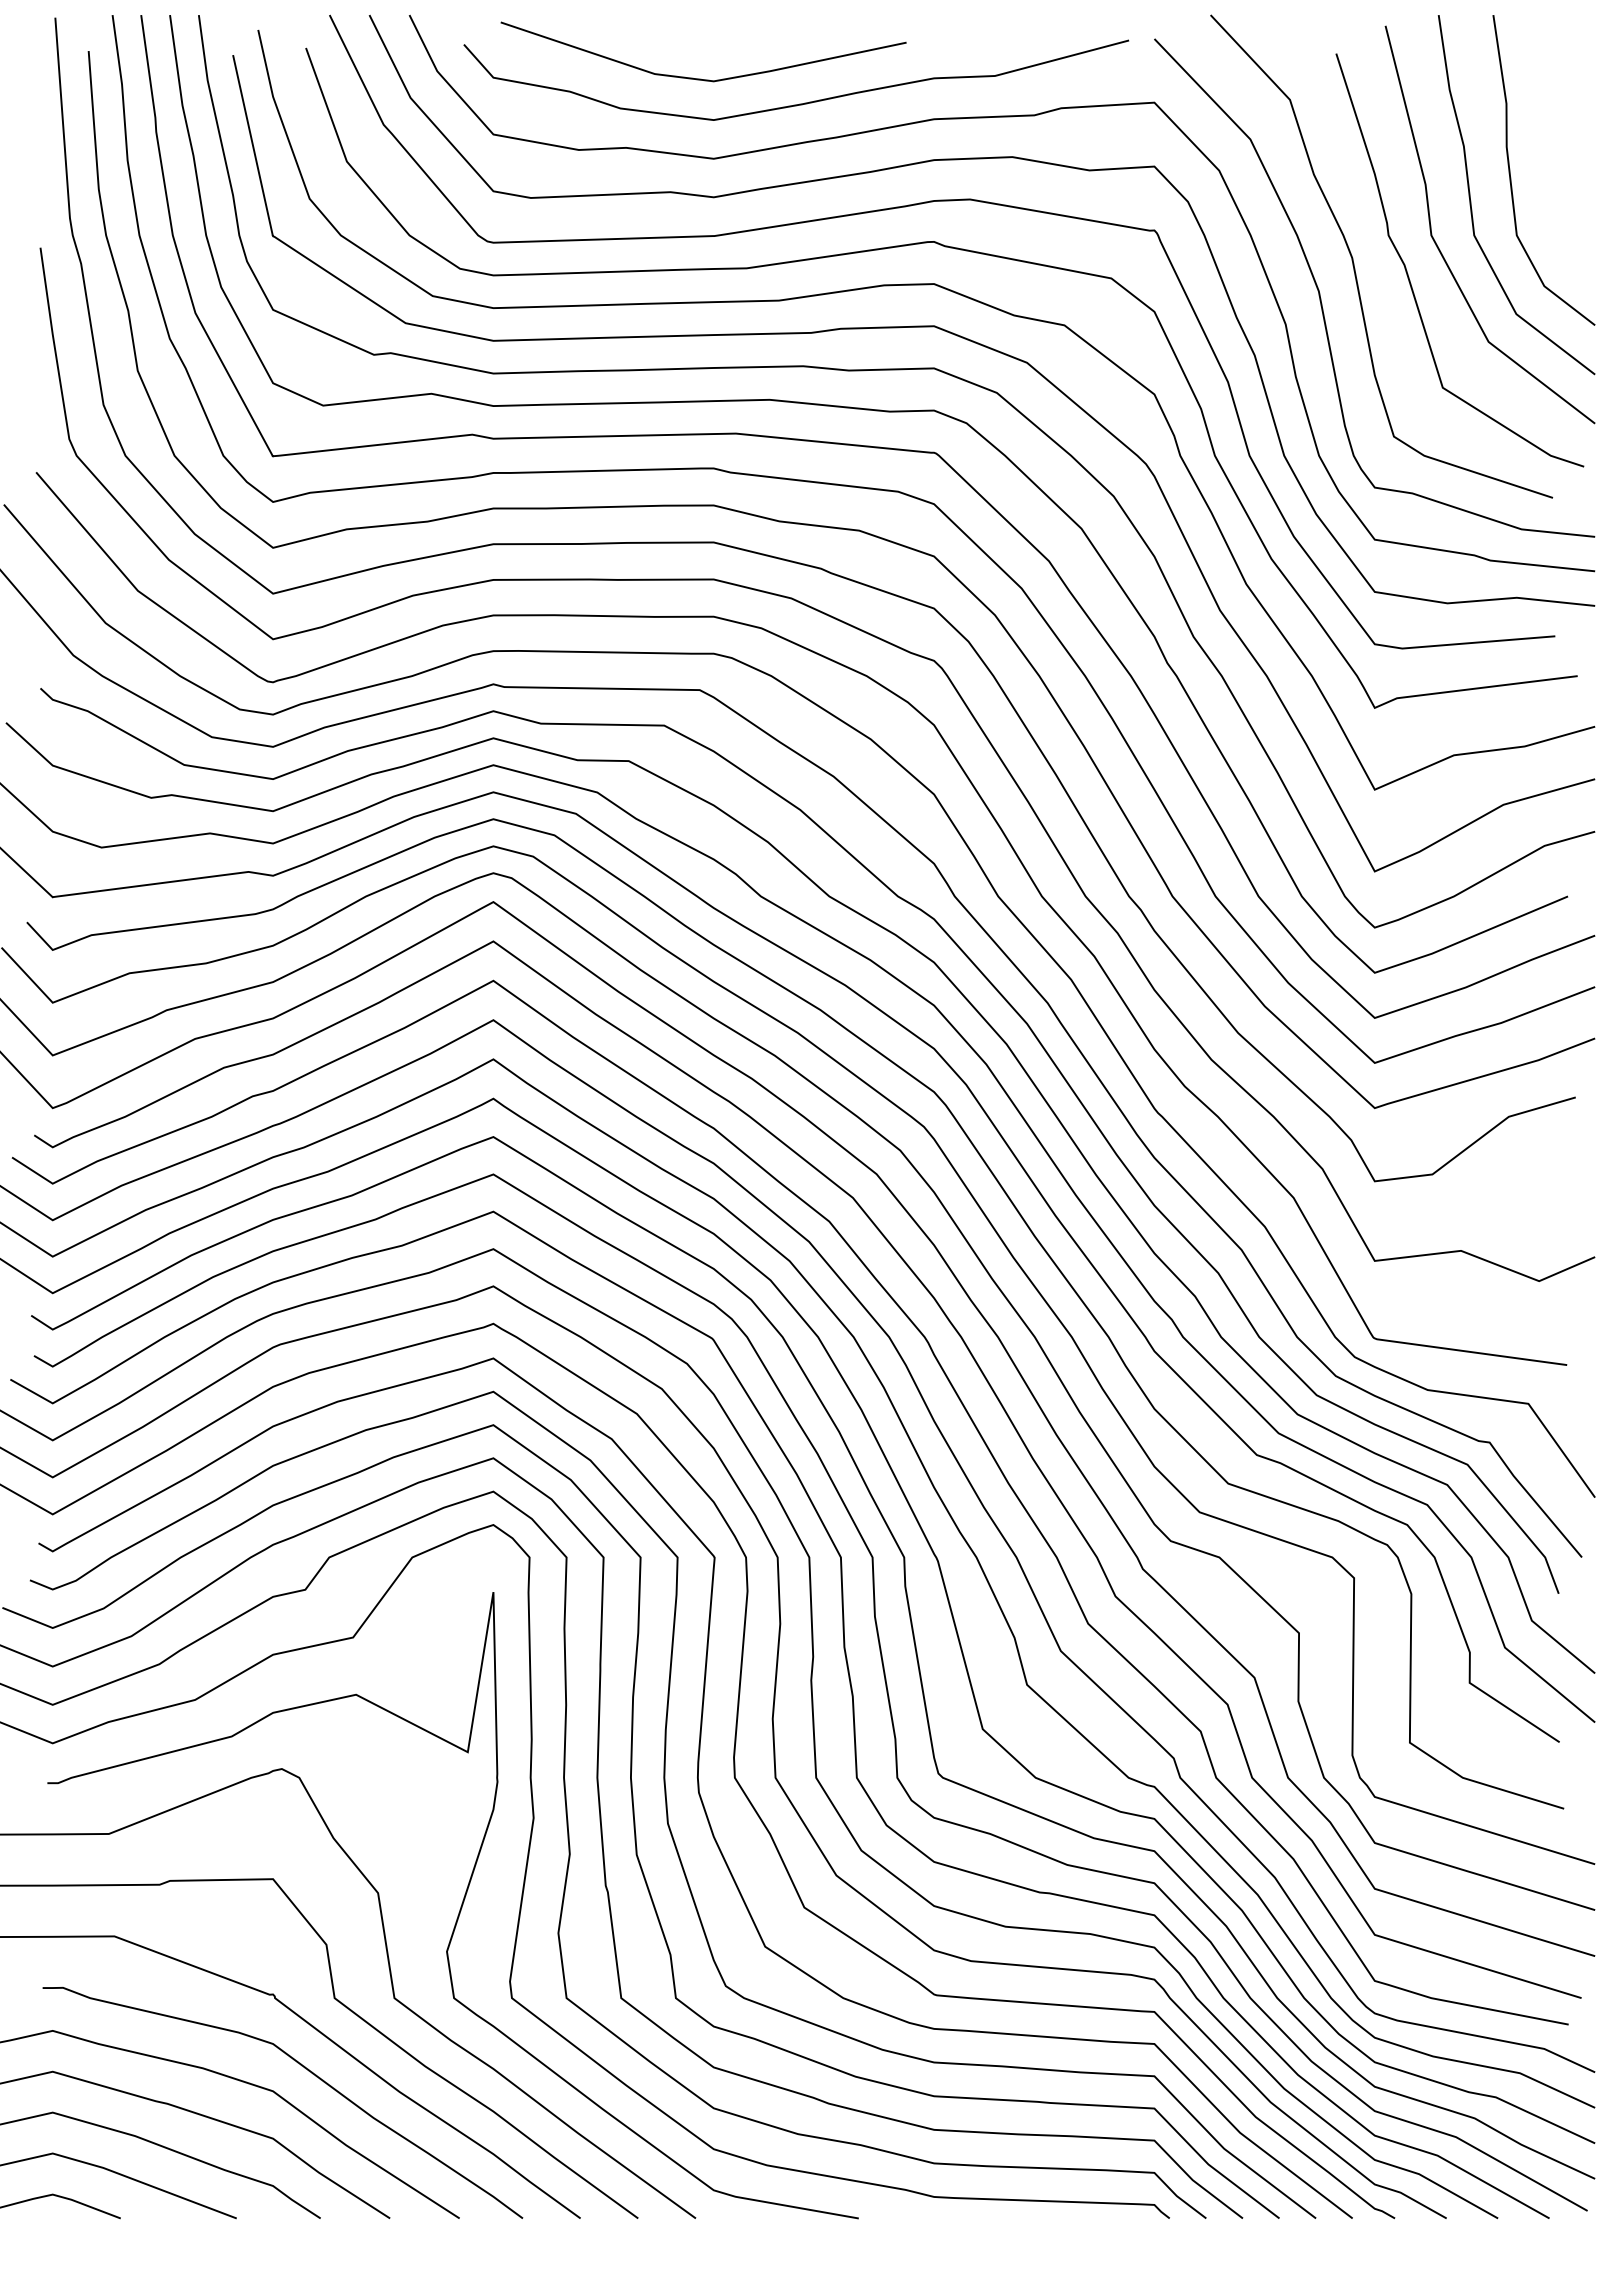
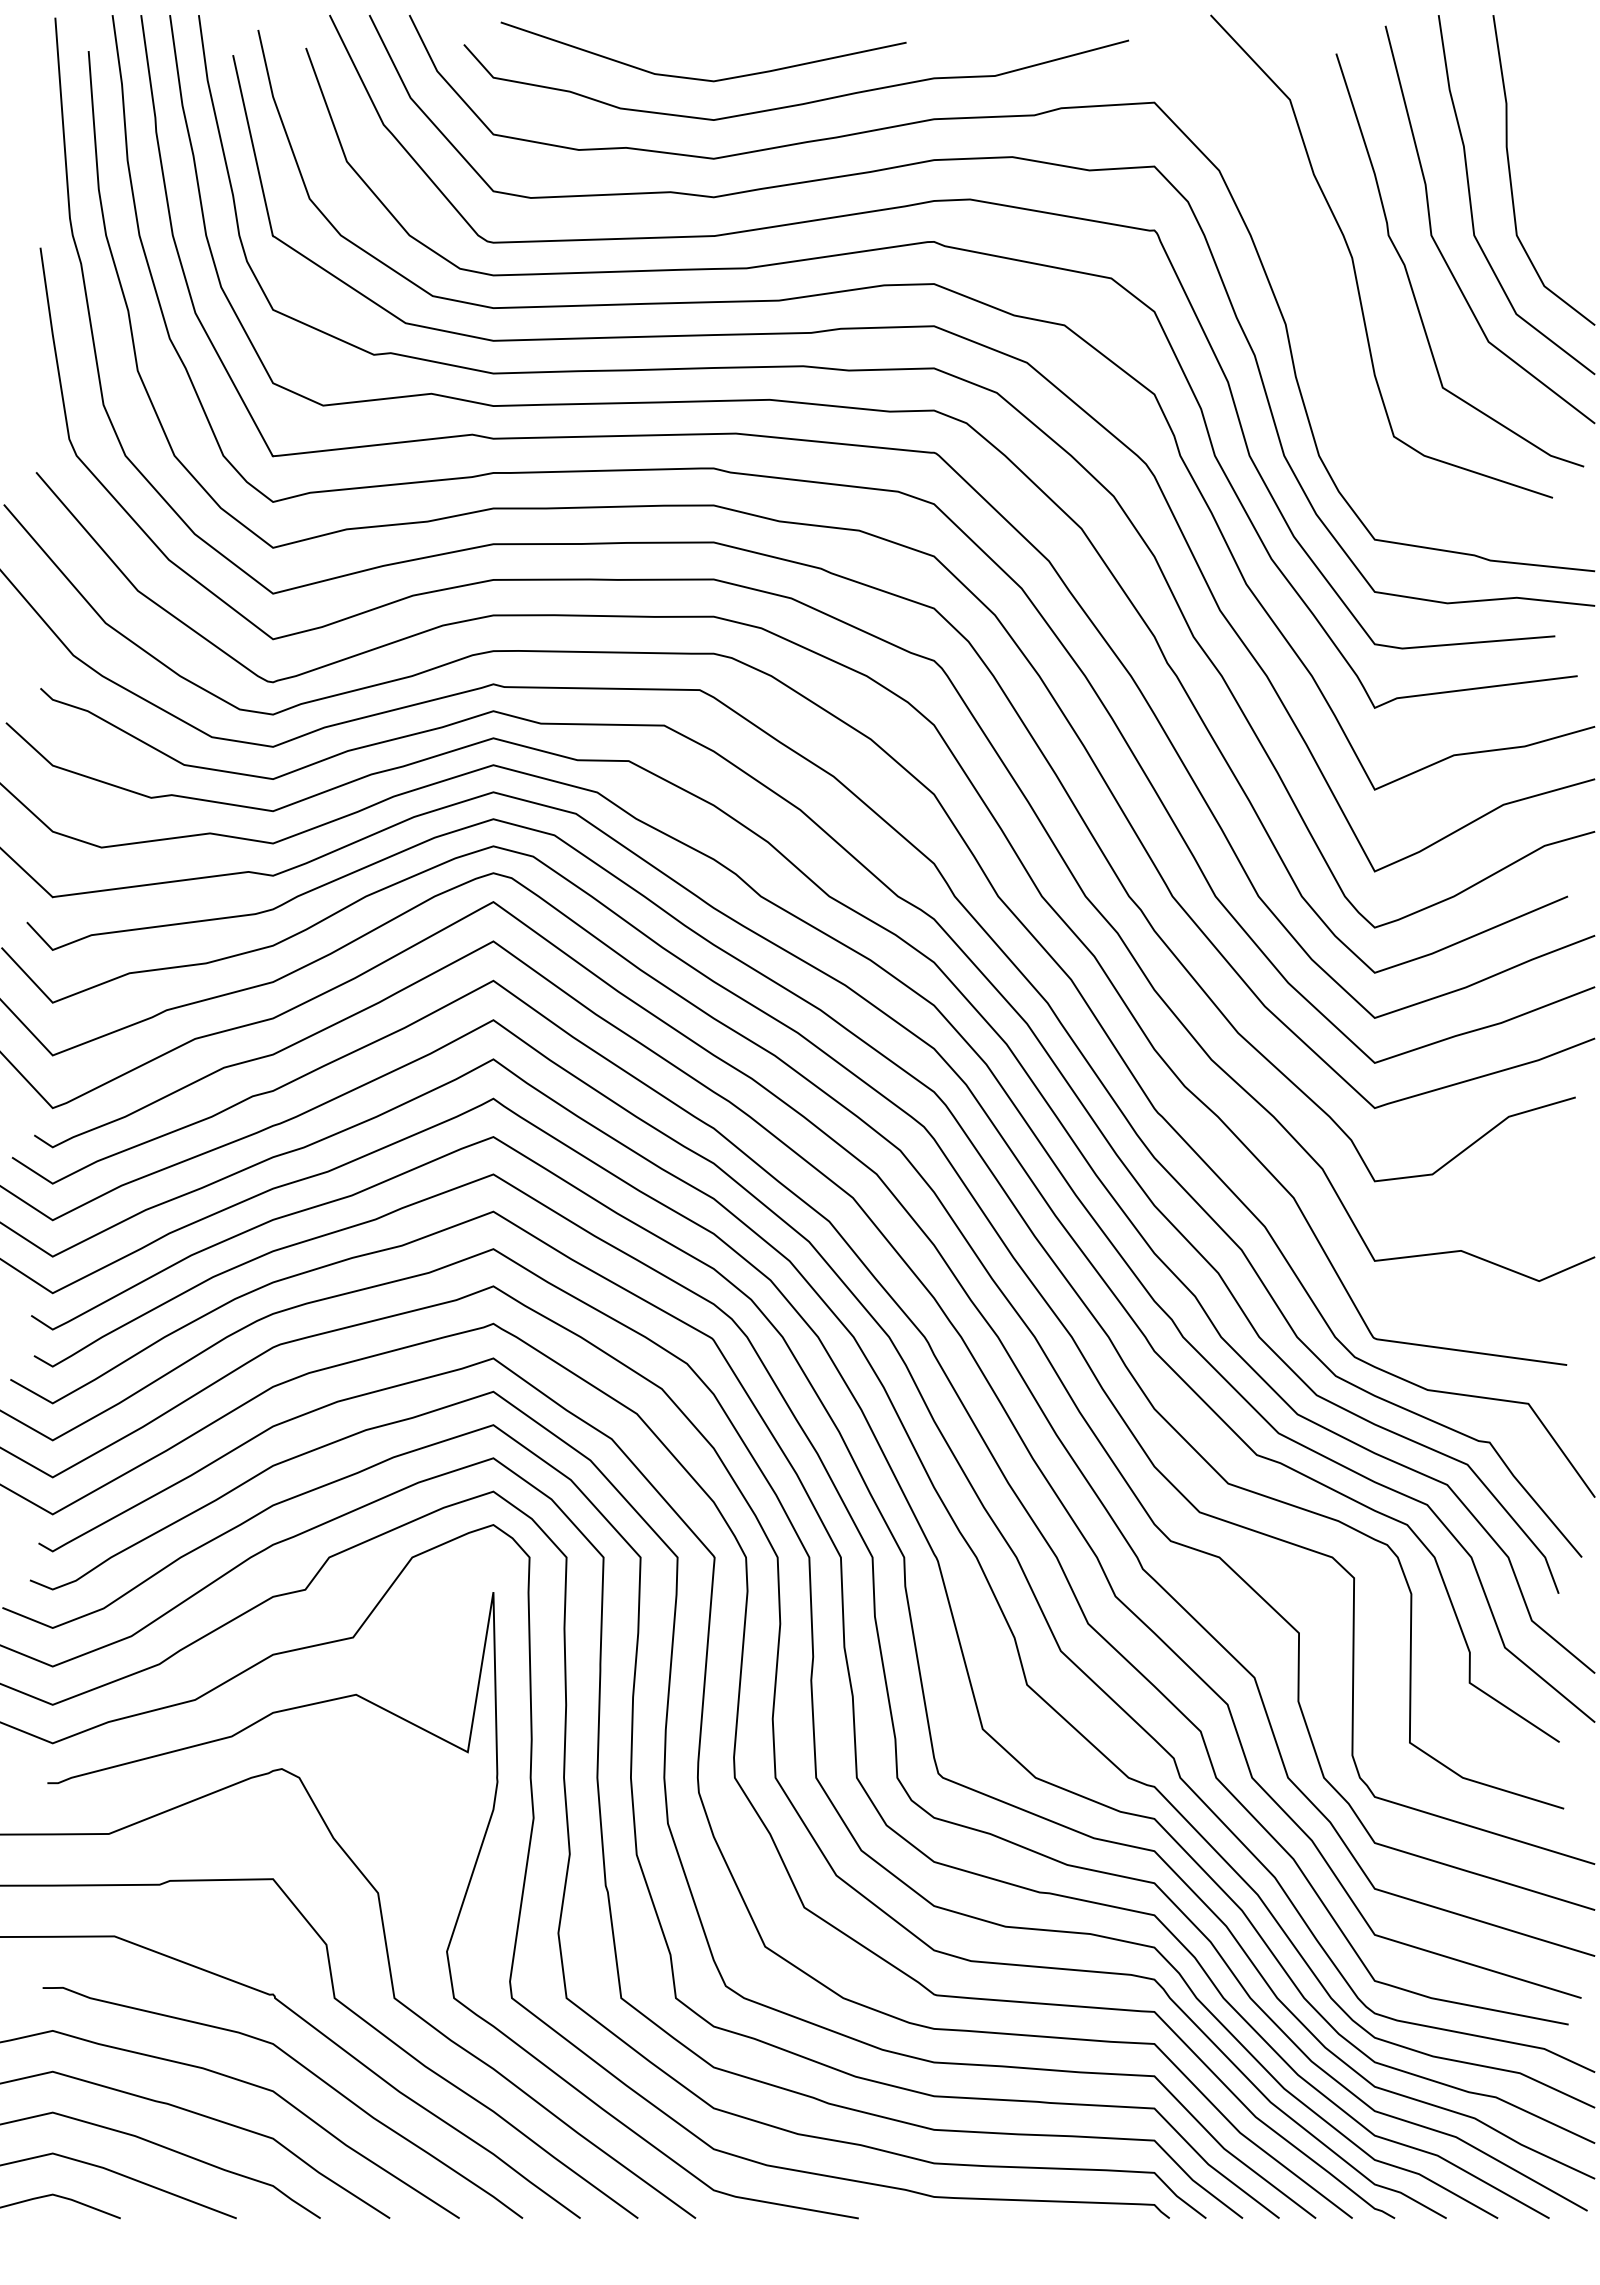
curve at (1321, 298): present -> none
